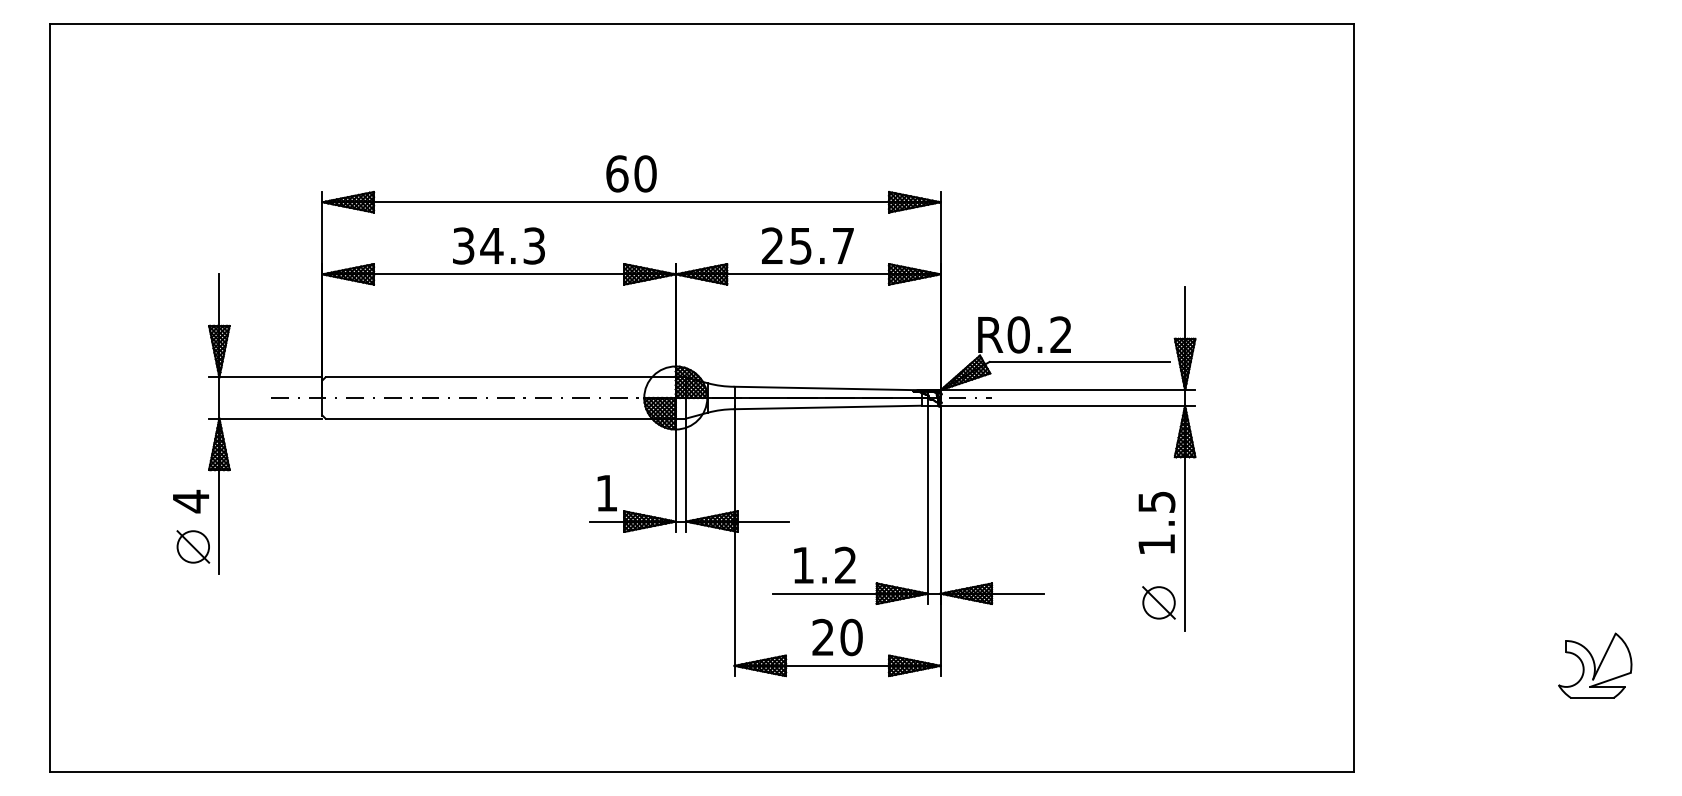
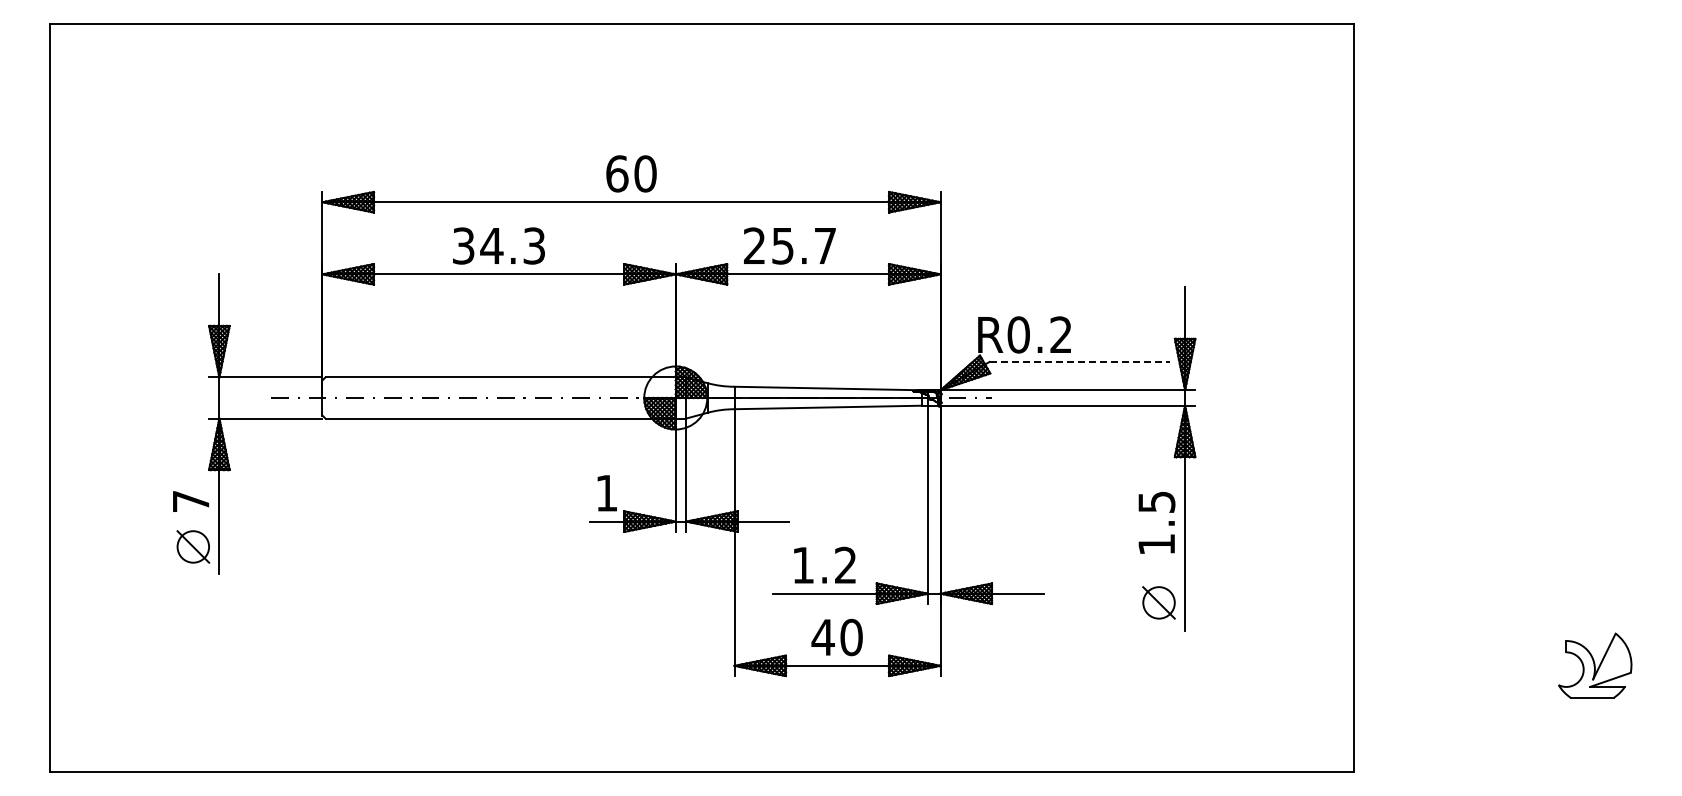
text at (807, 245) position: (807, 245) -> (789, 245)
line at (1080, 361): solid -> dashed
text at (191, 501): 4 -> 7
text at (822, 636): 20 -> 40
